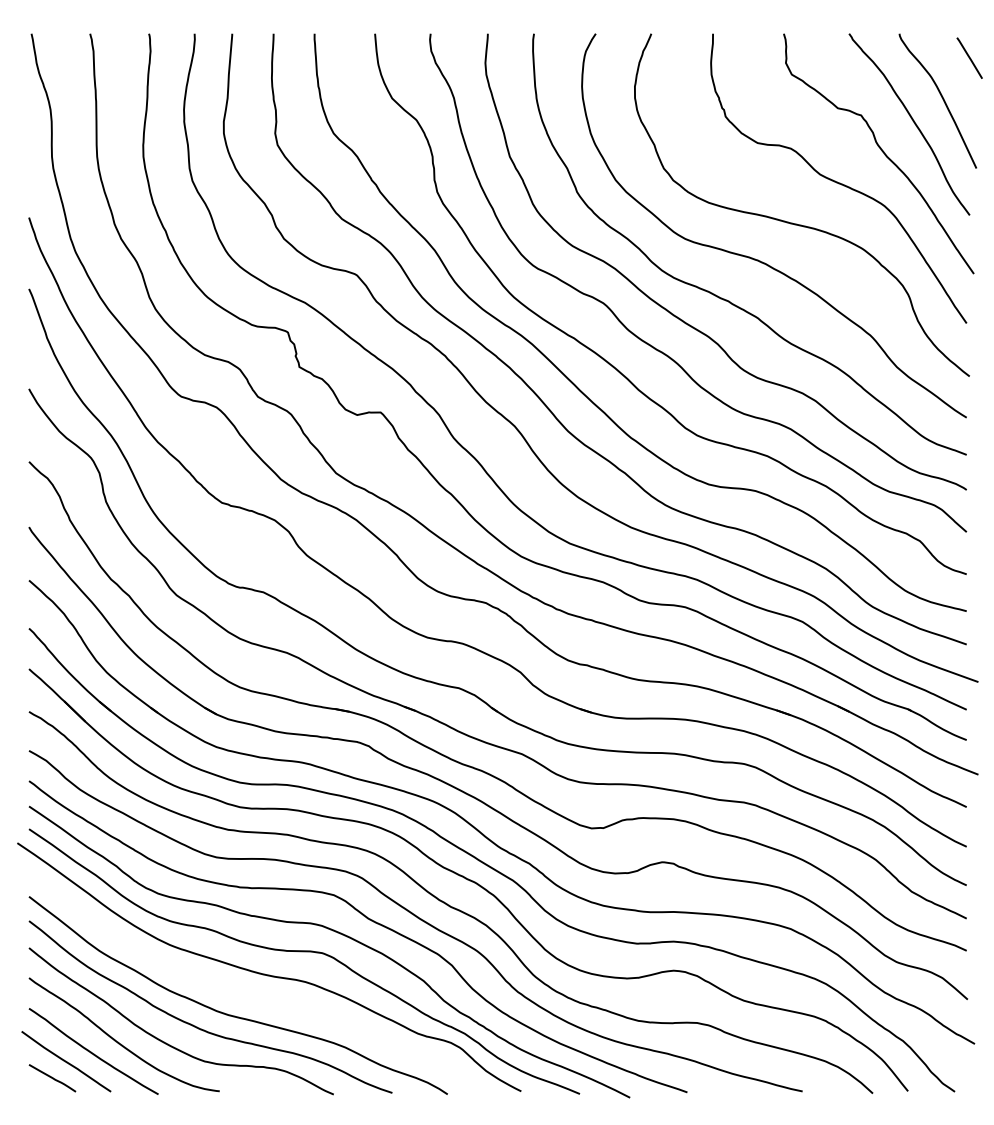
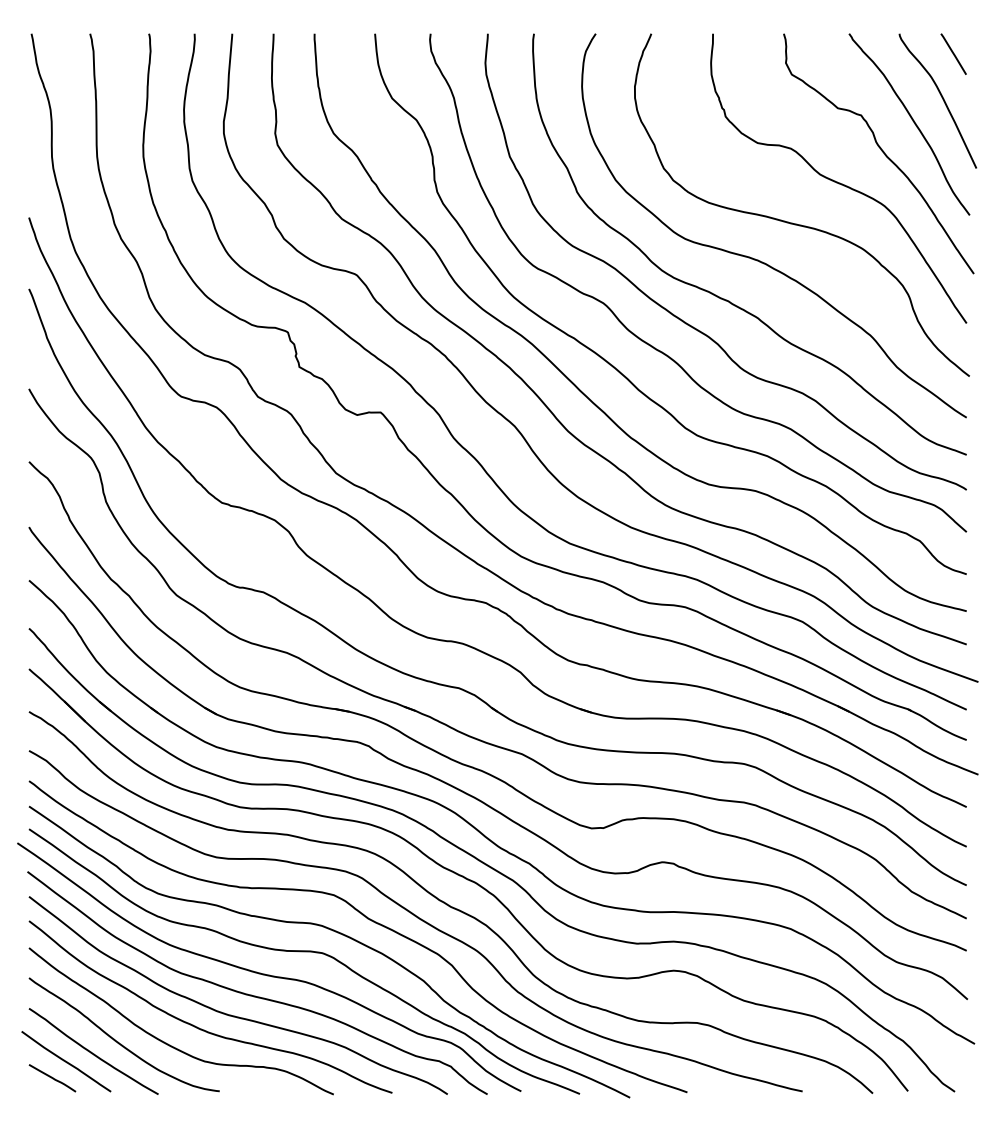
line at (969, 57) position: (969, 57) -> (953, 53)
curve at (255, 995): none -> present
